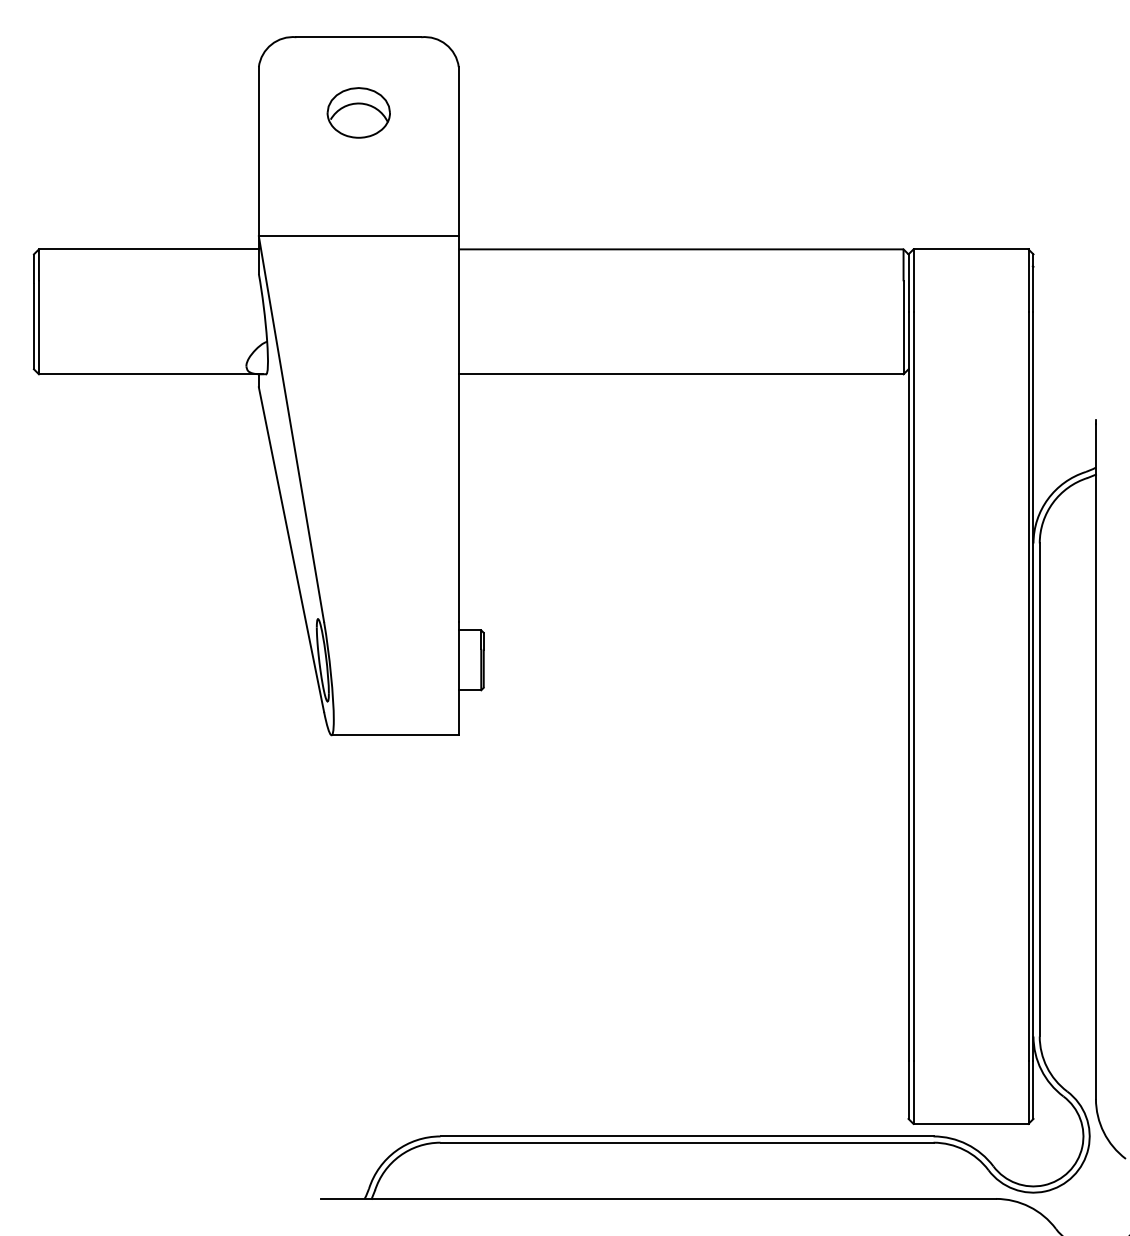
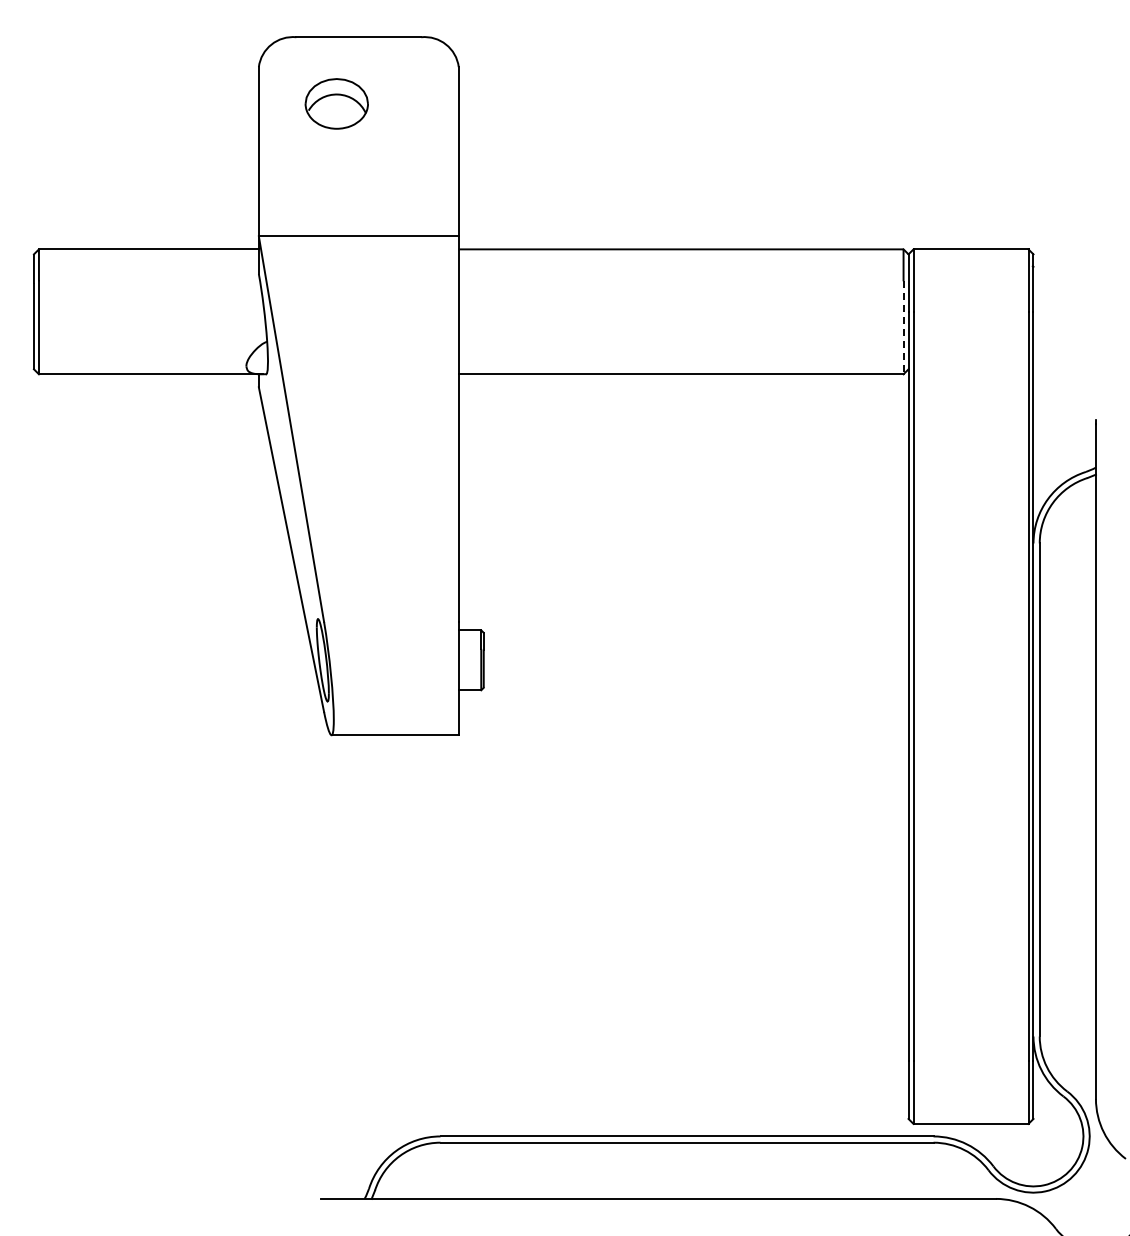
part at (358, 112) position: (358, 112) -> (336, 103)
line at (903, 328): solid -> dashed
